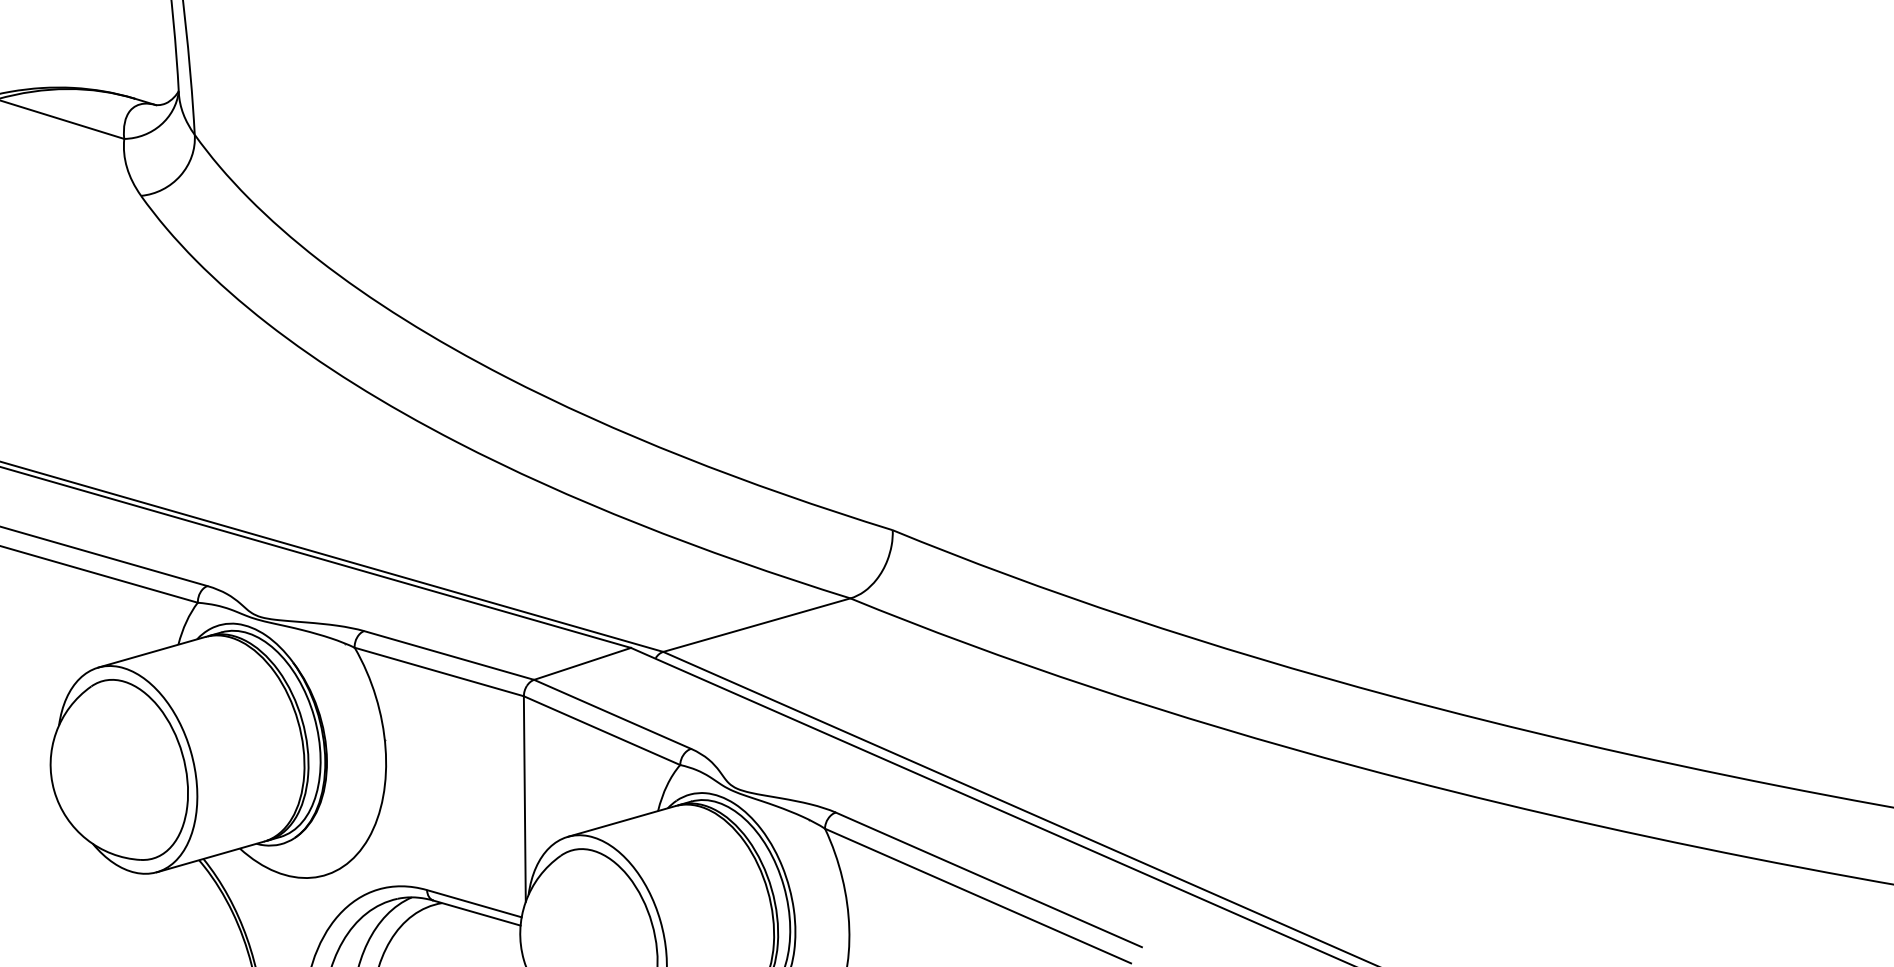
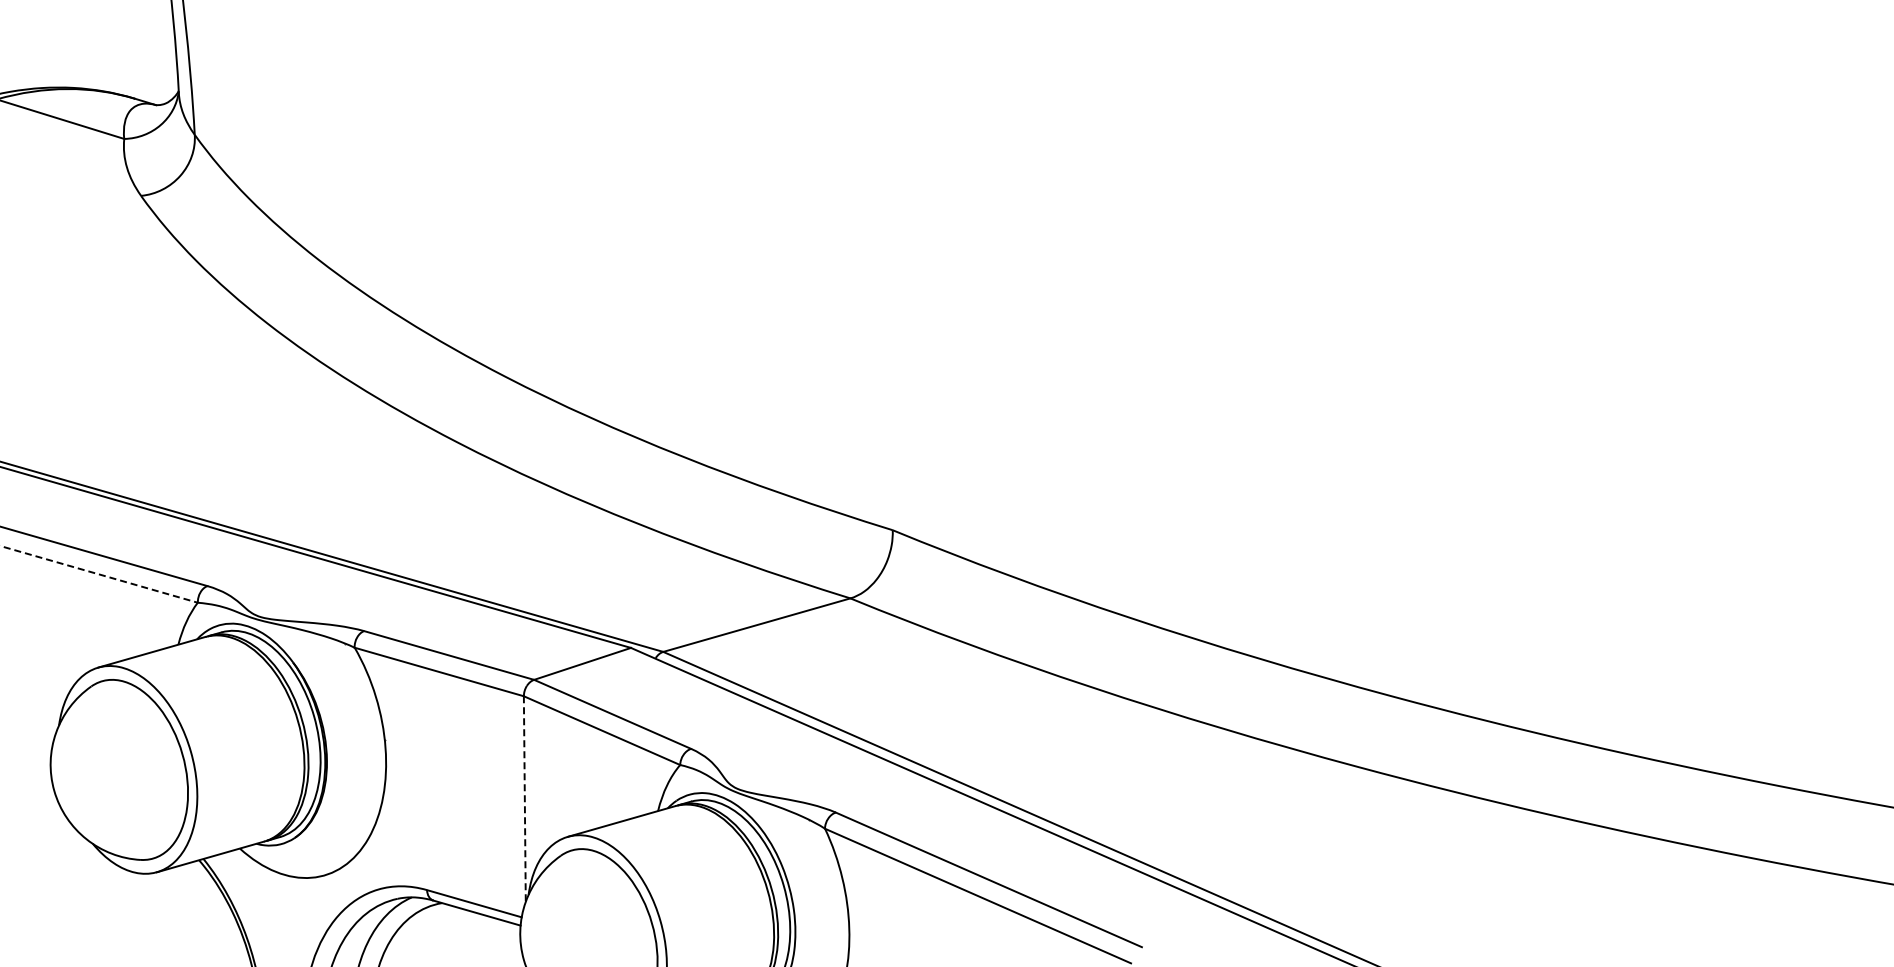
line at (99, 574): solid -> dashed
line at (524, 799): solid -> dashed
